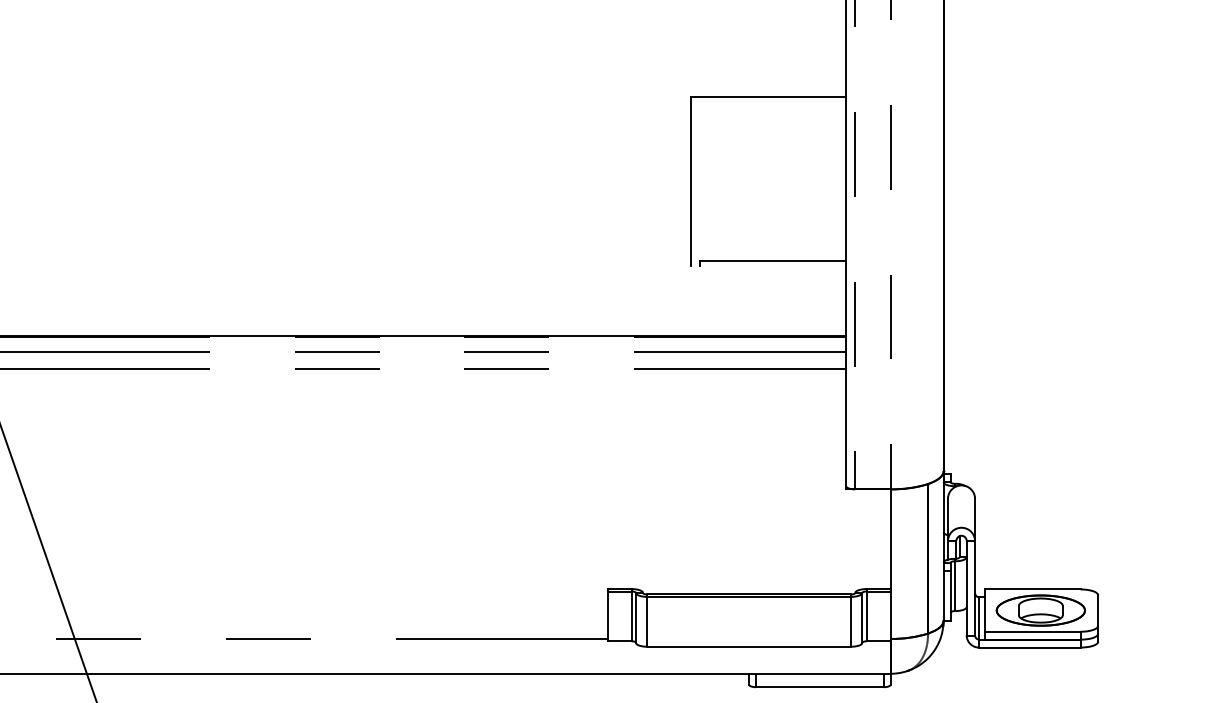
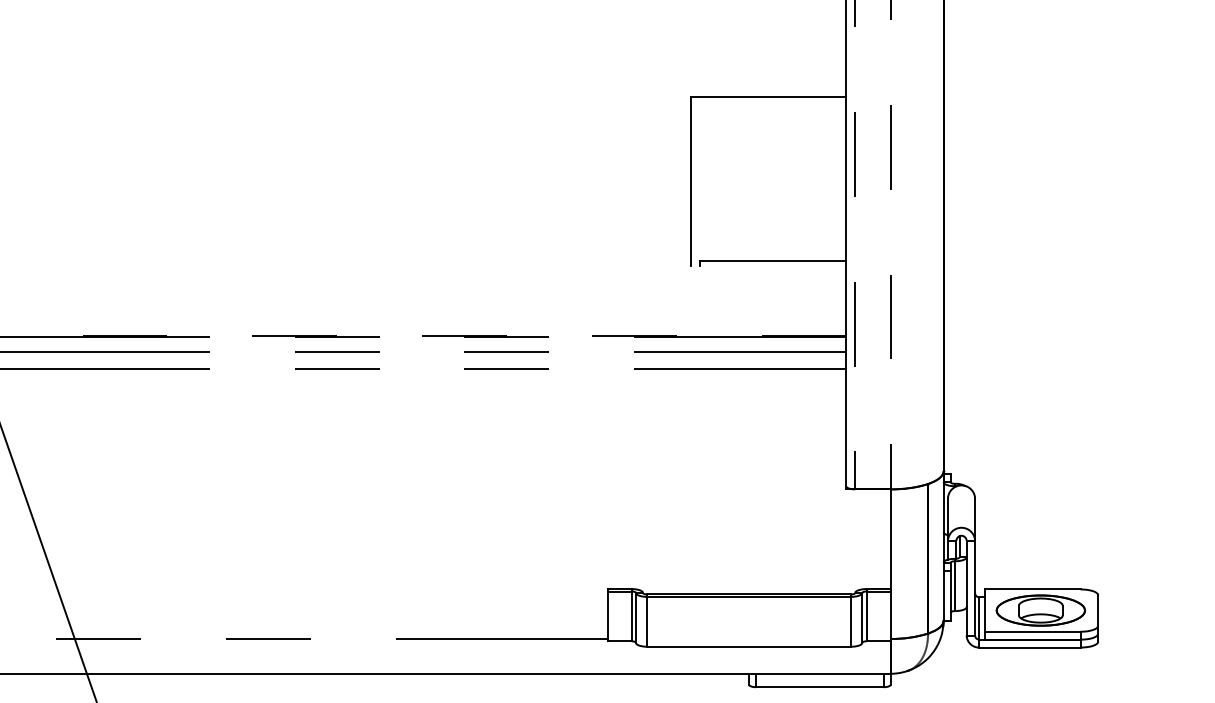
line at (423, 335): solid -> dashed
